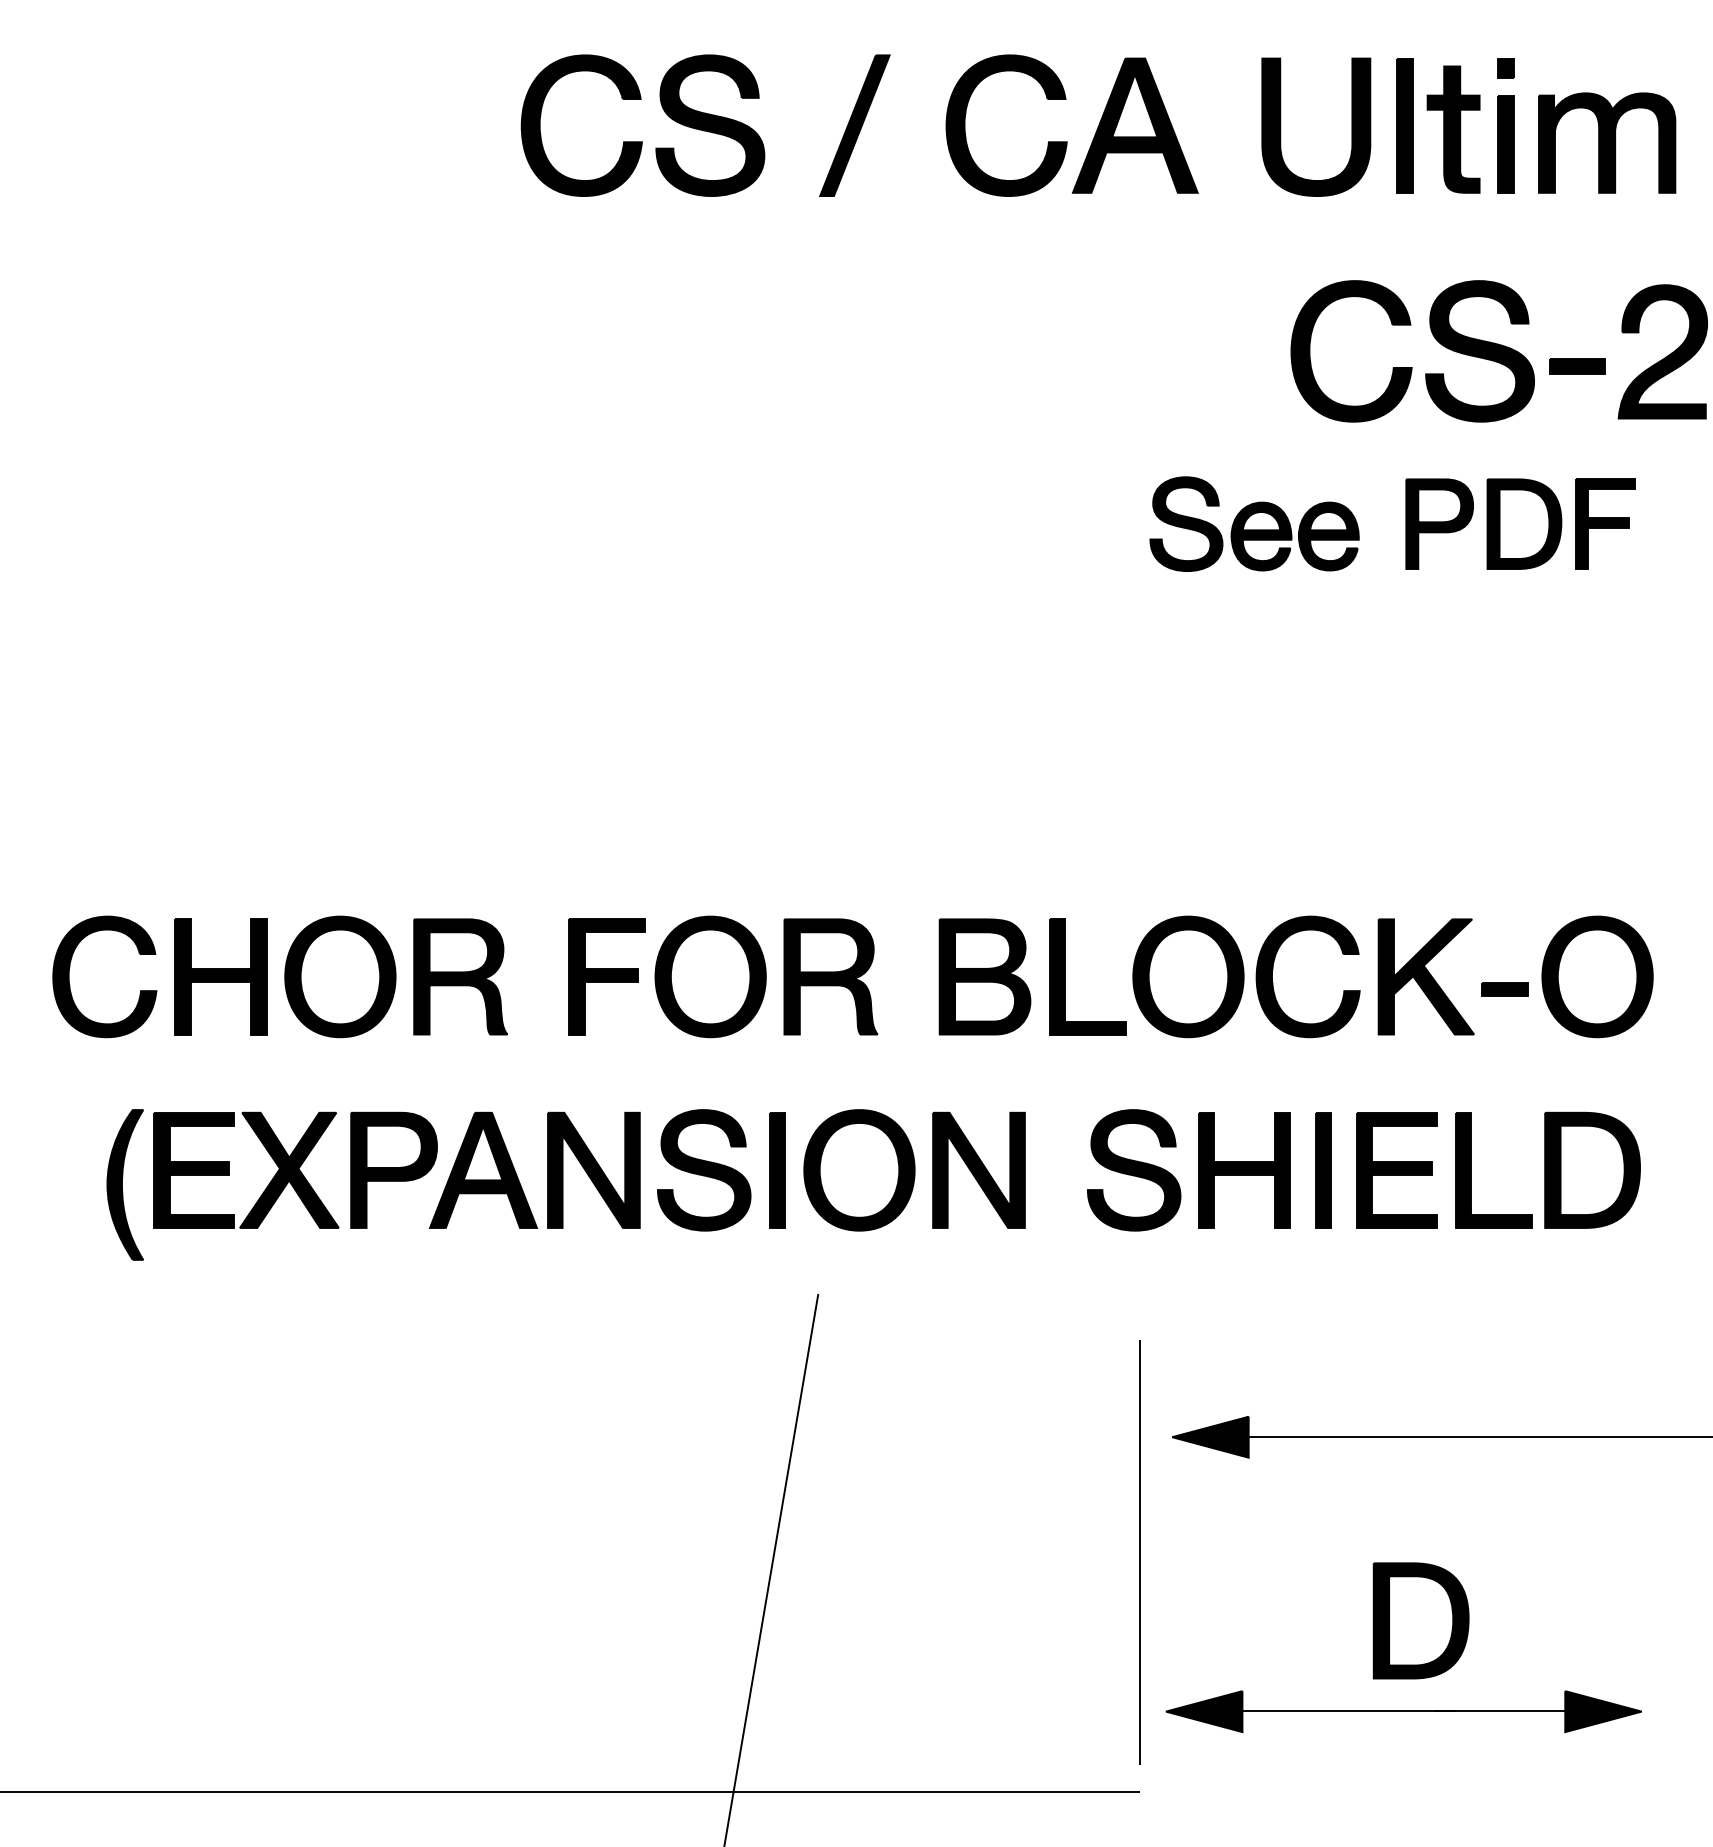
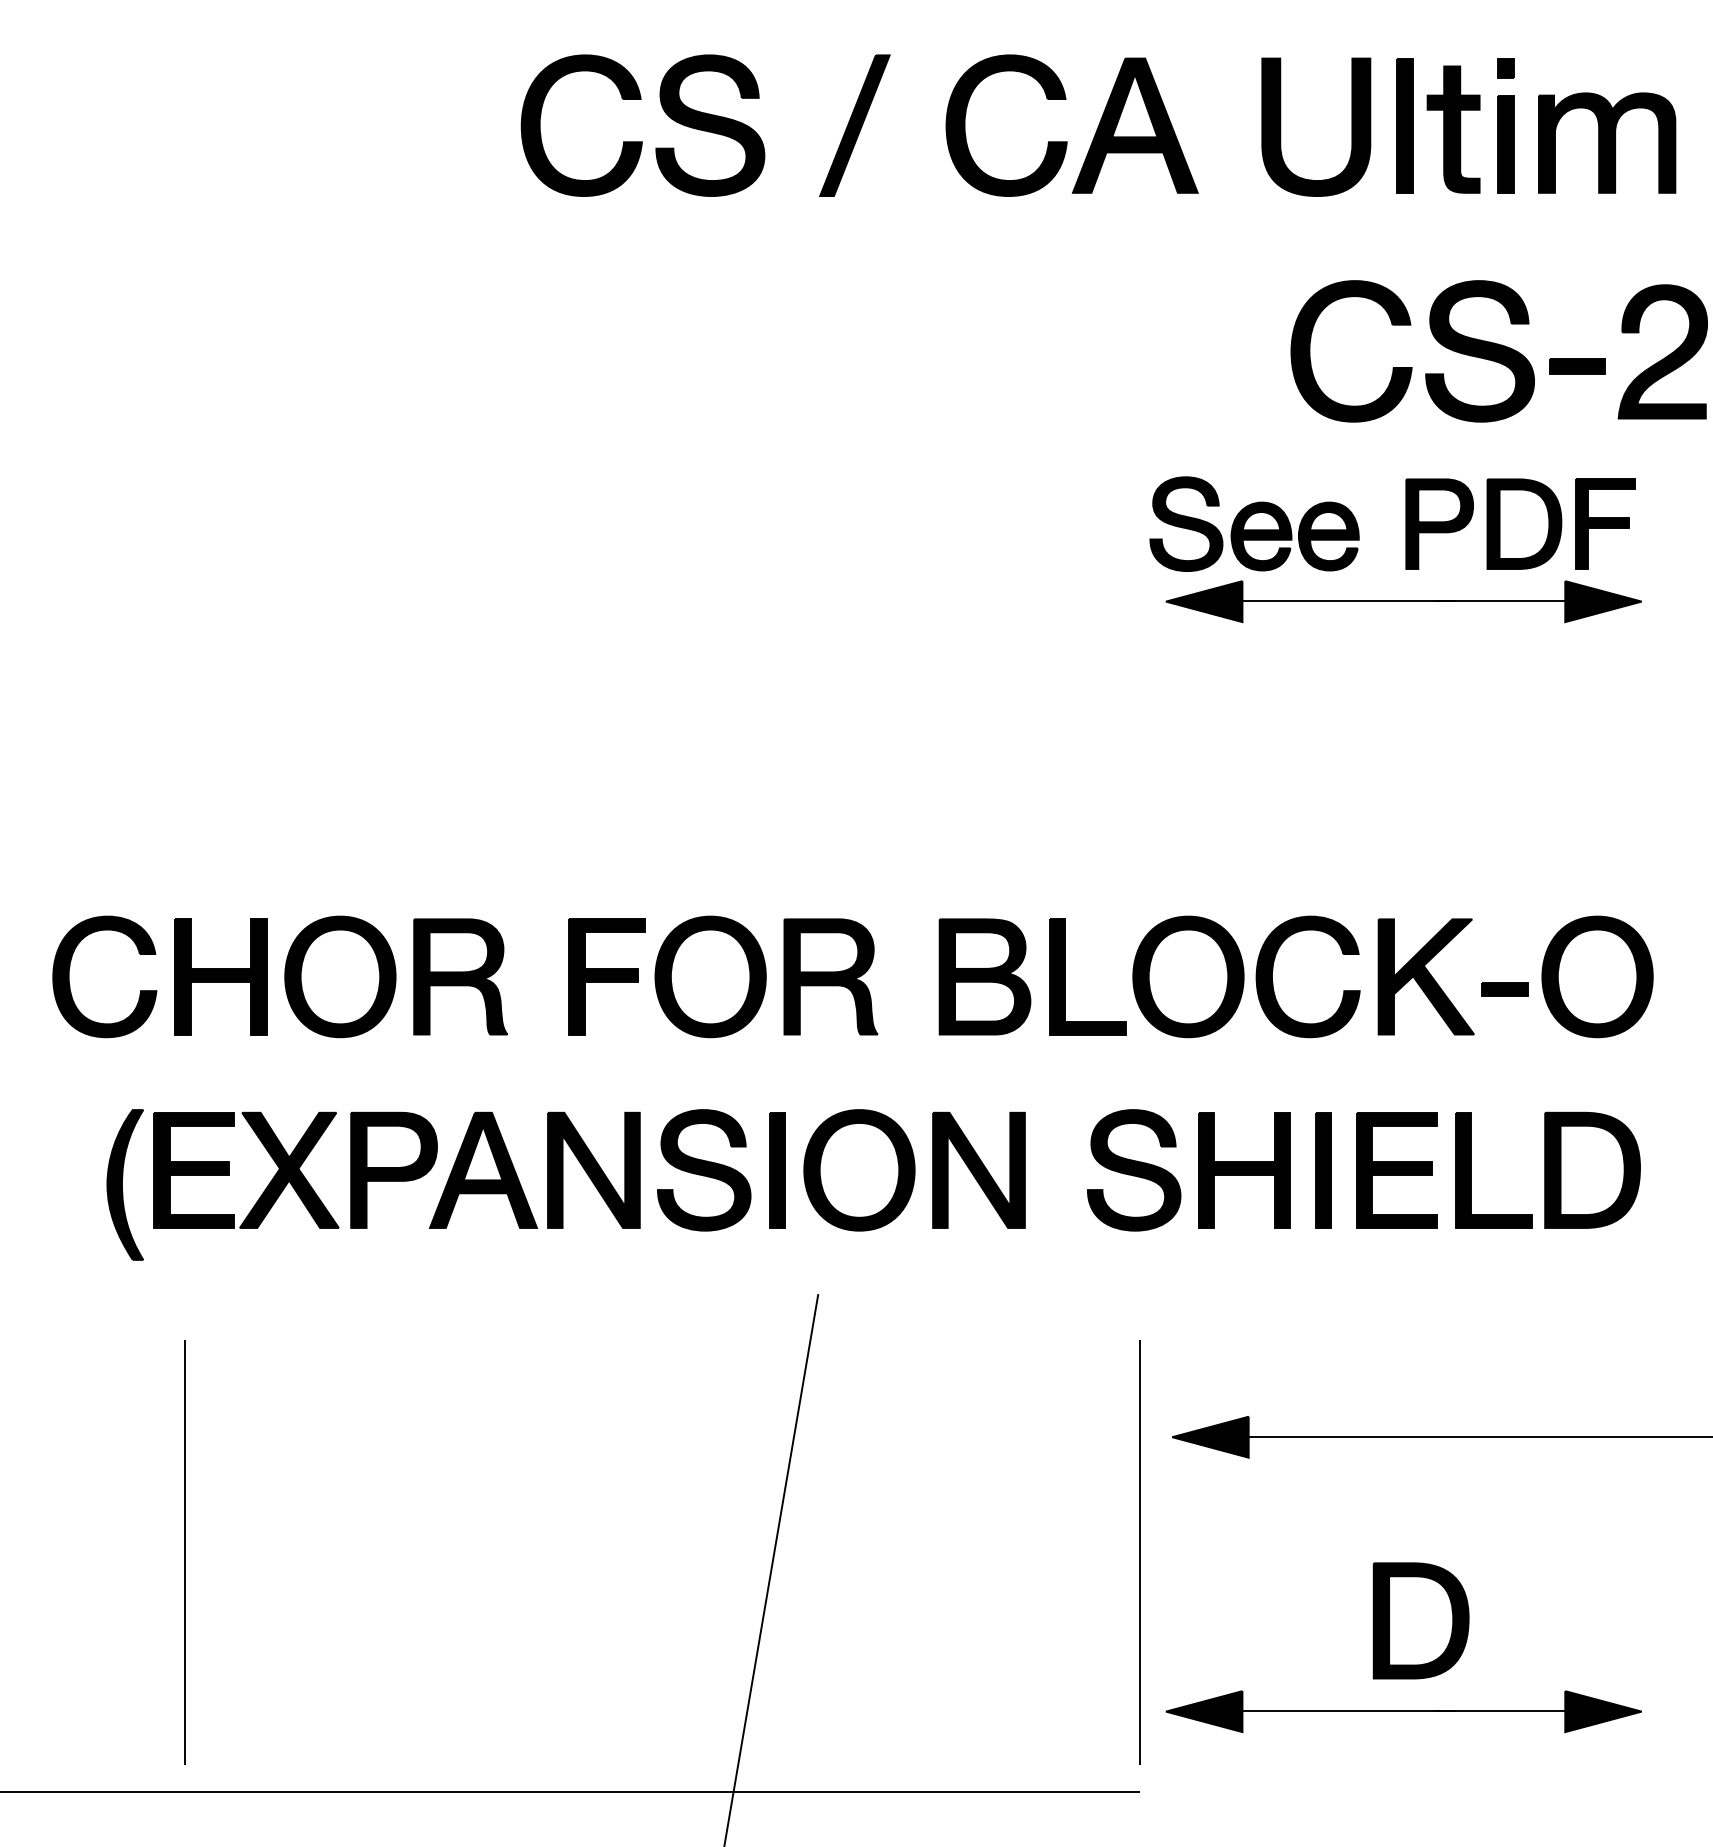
part at (1403, 601): none -> present
line at (184, 1552): none -> present
